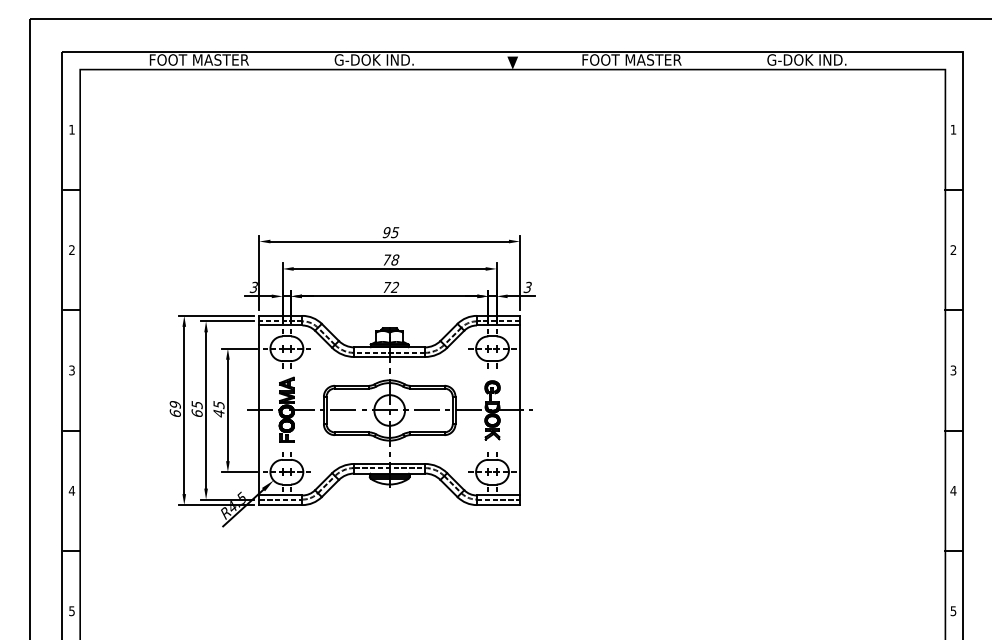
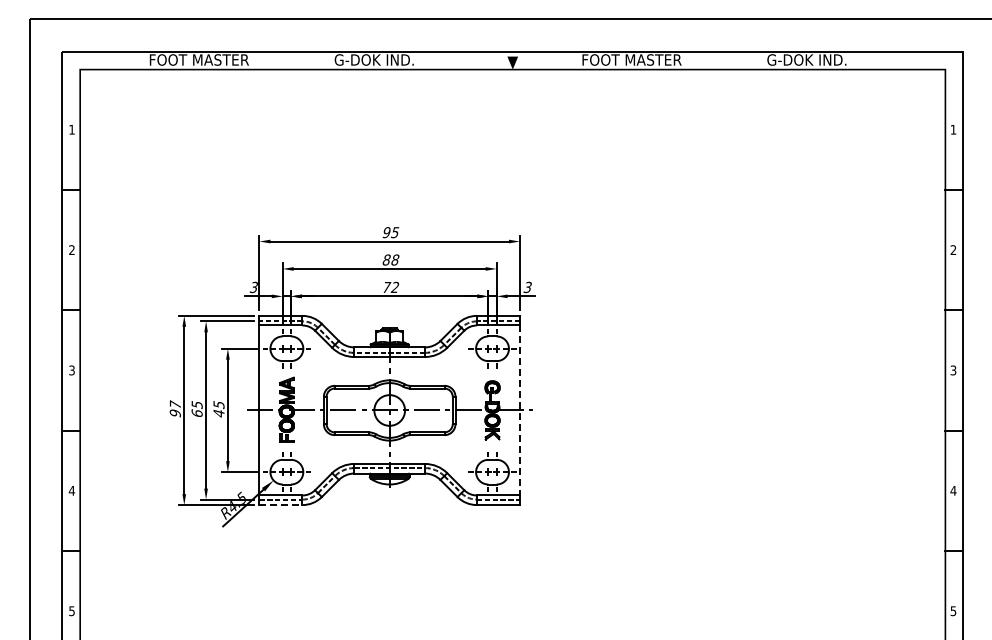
text at (386, 259): 78 -> 88
text at (174, 408): 69 -> 97
line at (519, 410): solid -> dashed
line at (280, 505): solid -> dashed
